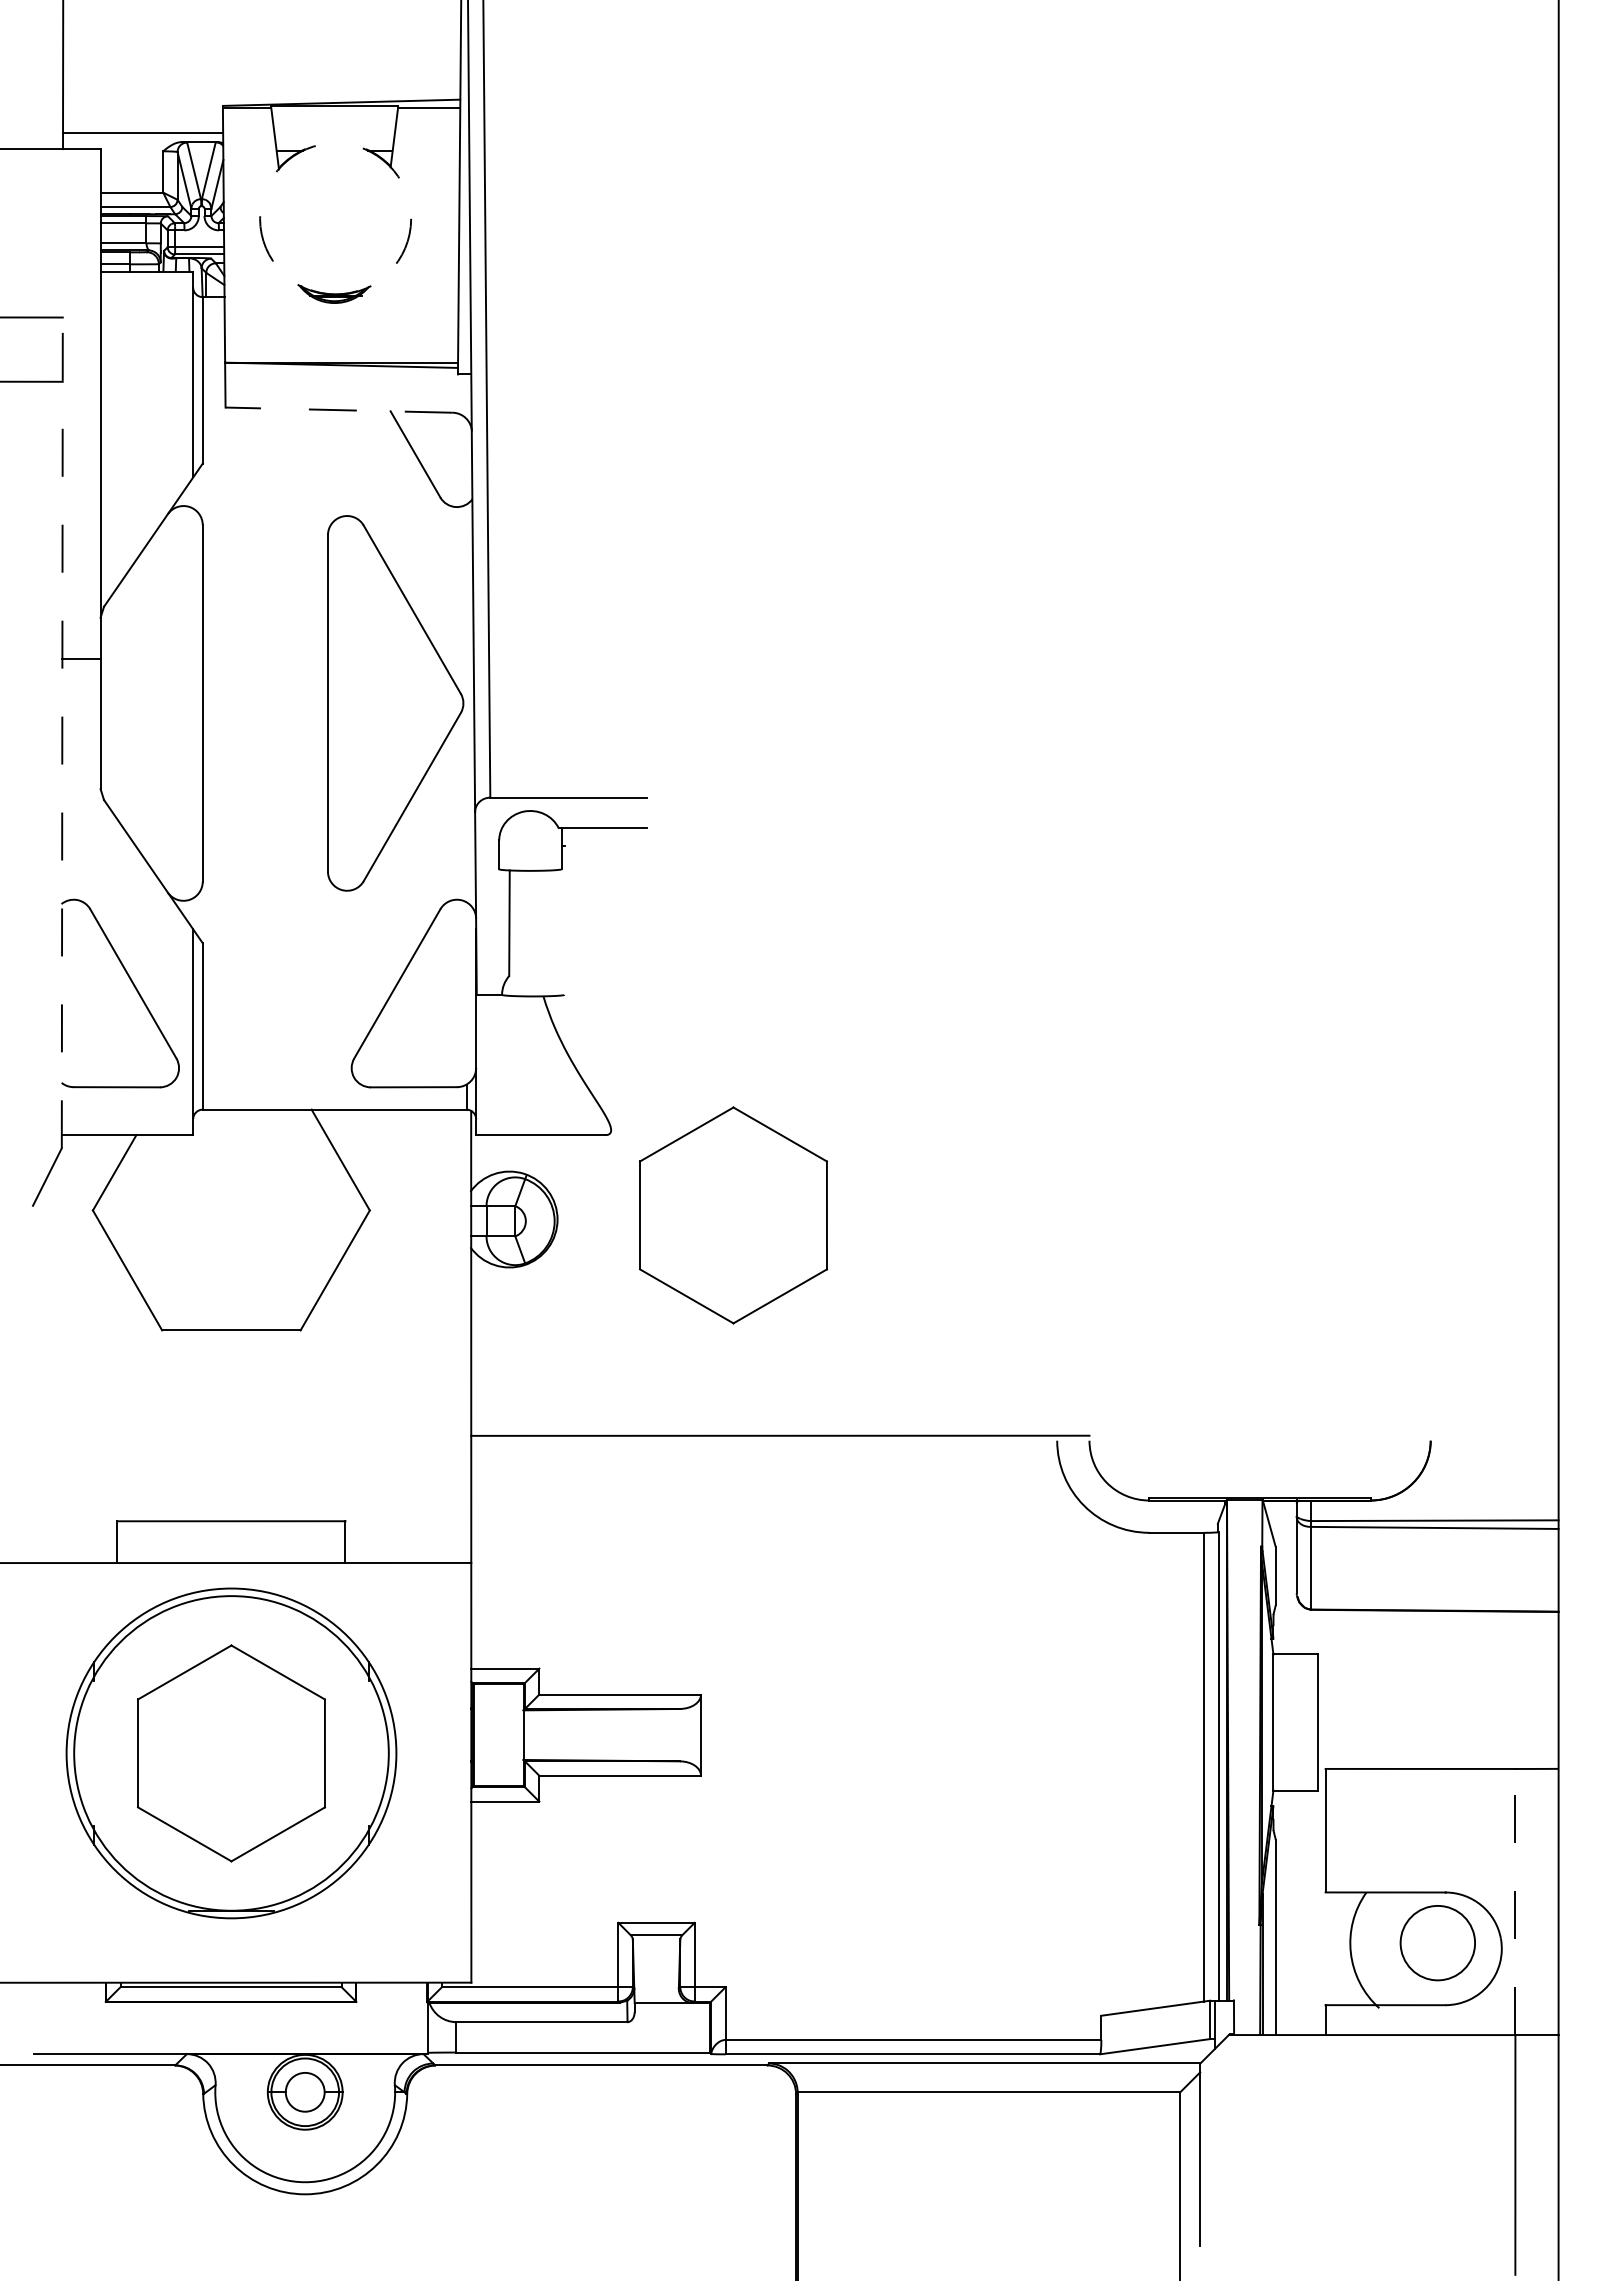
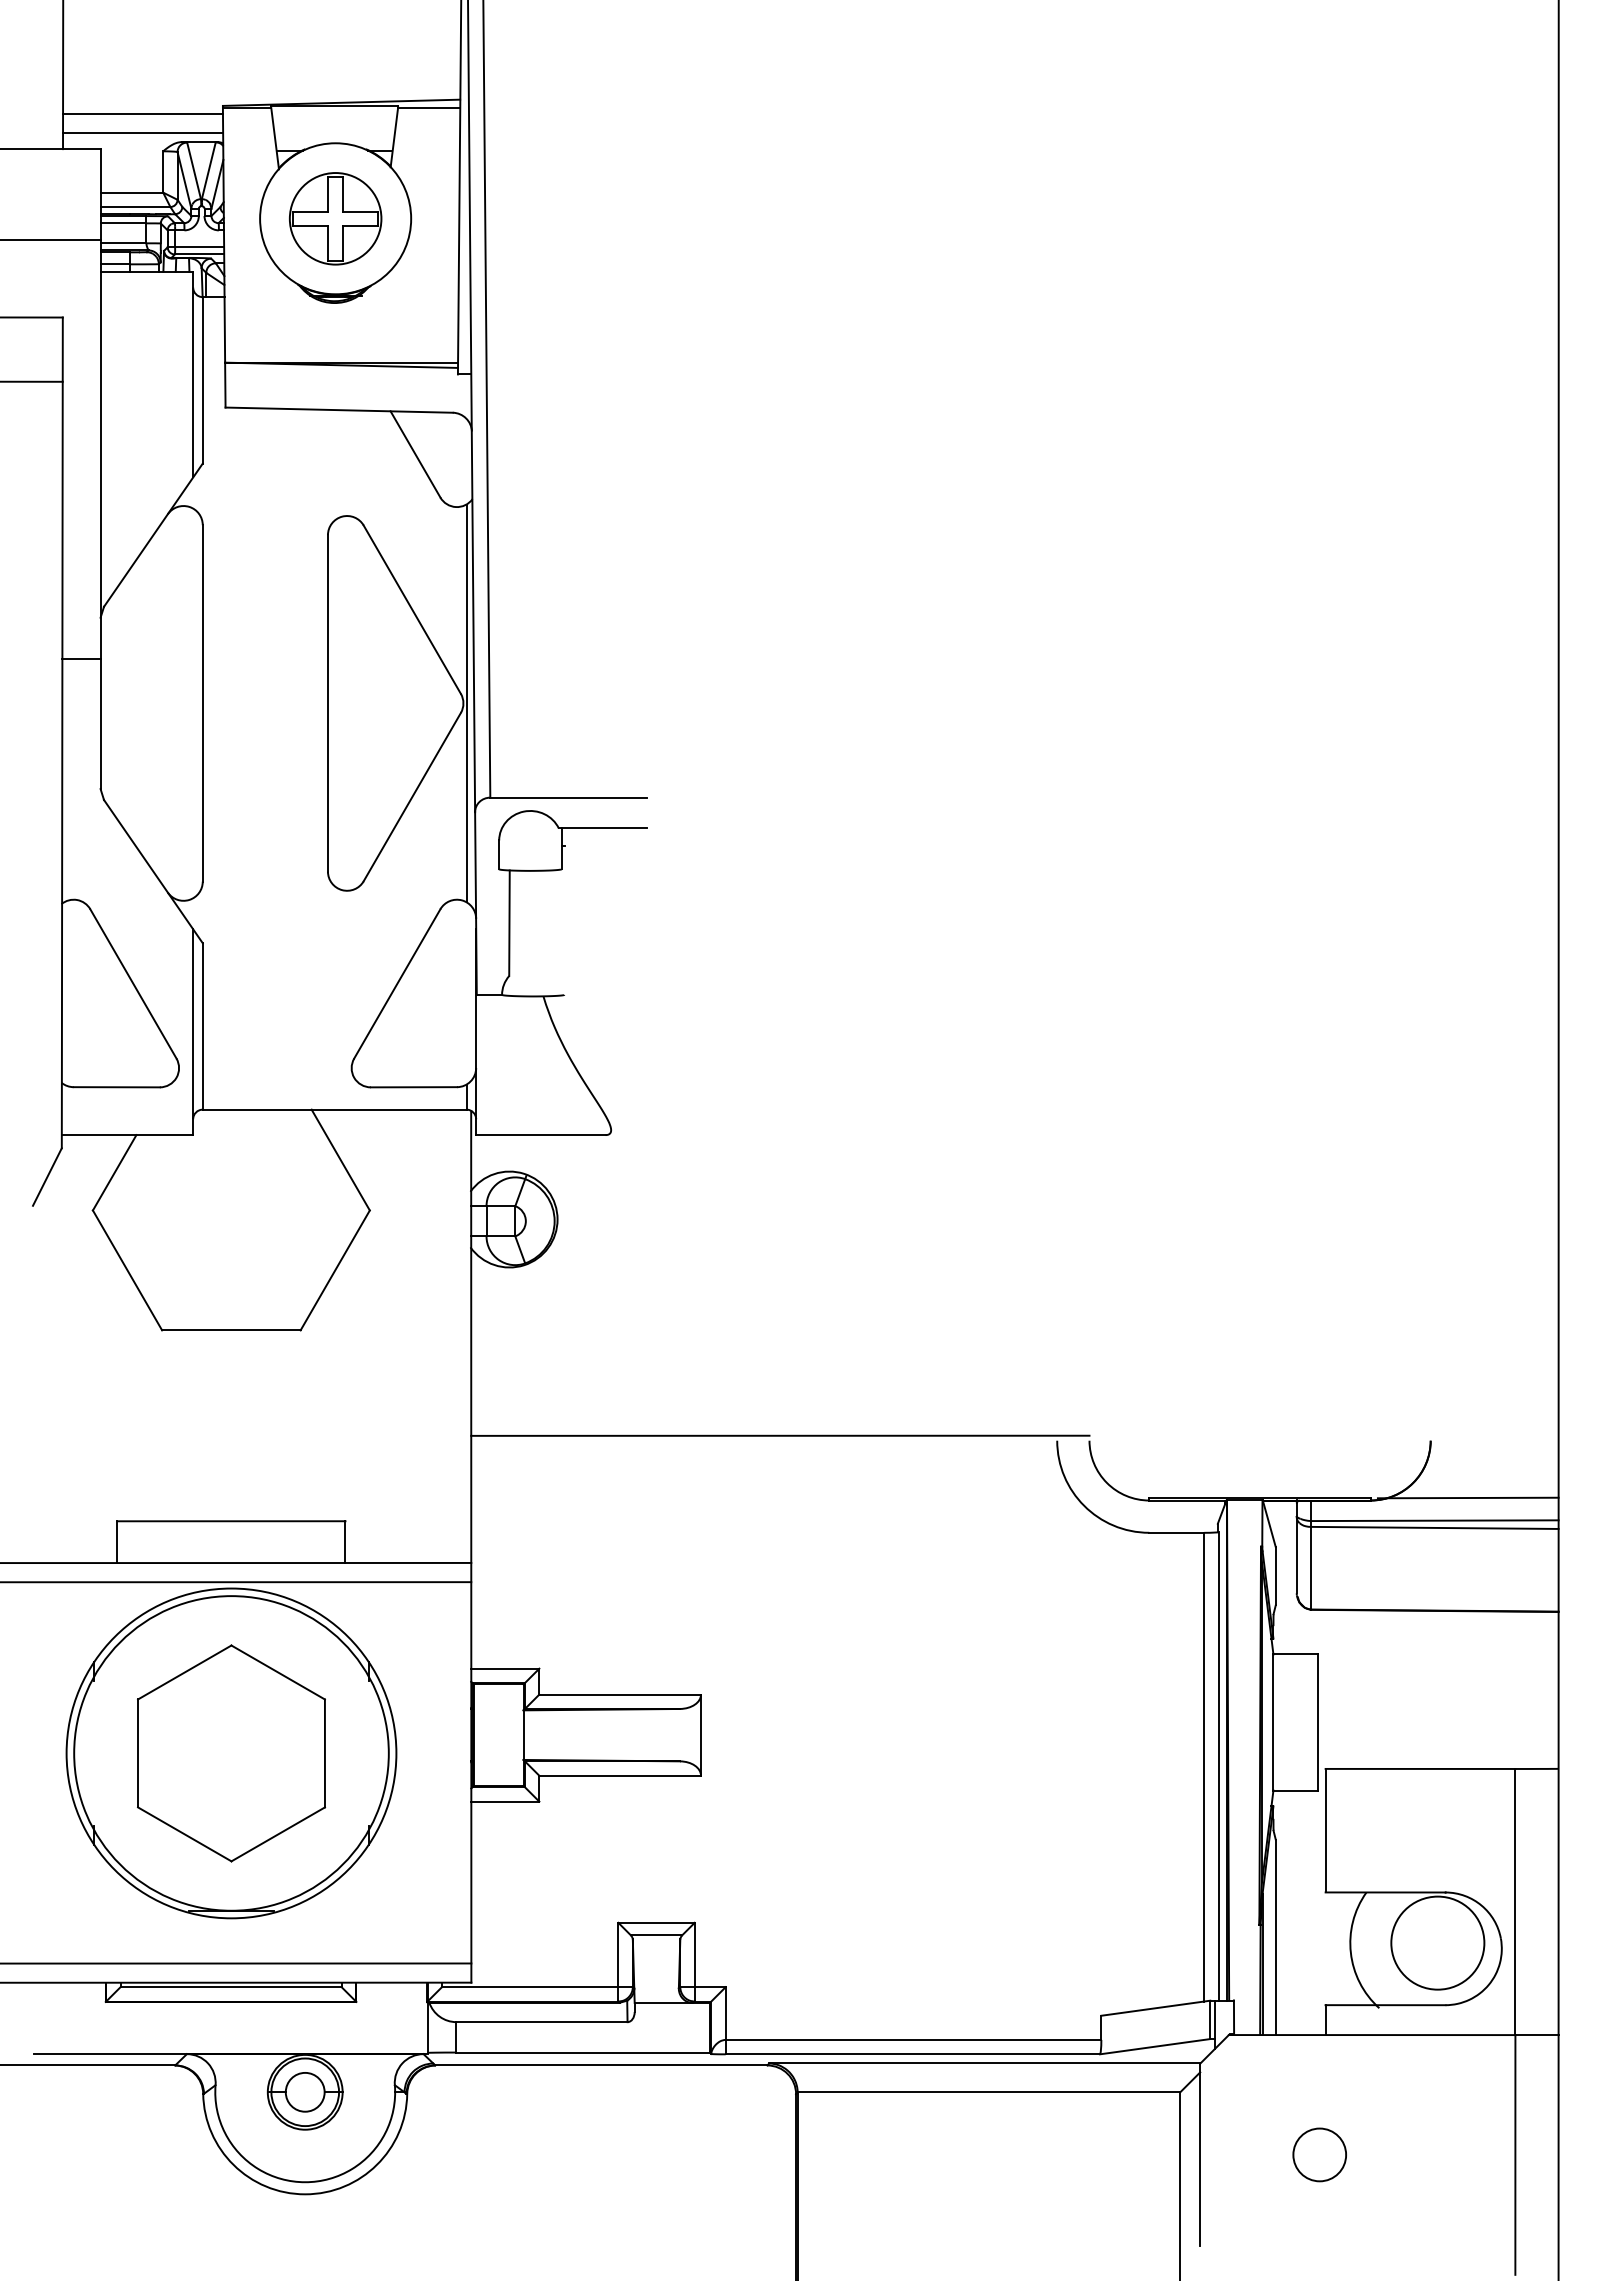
line at (142, 114): none -> present
circle at (335, 218): dashed -> solid
part at (335, 218): none -> present
line at (51, 240): none -> present
line at (339, 410): dashed -> solid
line at (466, 703): none -> present
line at (62, 732): dashed -> solid
part at (733, 1215): present -> none
line at (1467, 1497): none -> present
line at (236, 1582): none -> present
line at (1515, 1901): dashed -> solid
circle at (1437, 1942) diameter: 74 px -> 93 px
line at (236, 1963): none -> present
circle at (1319, 2154): none -> present
